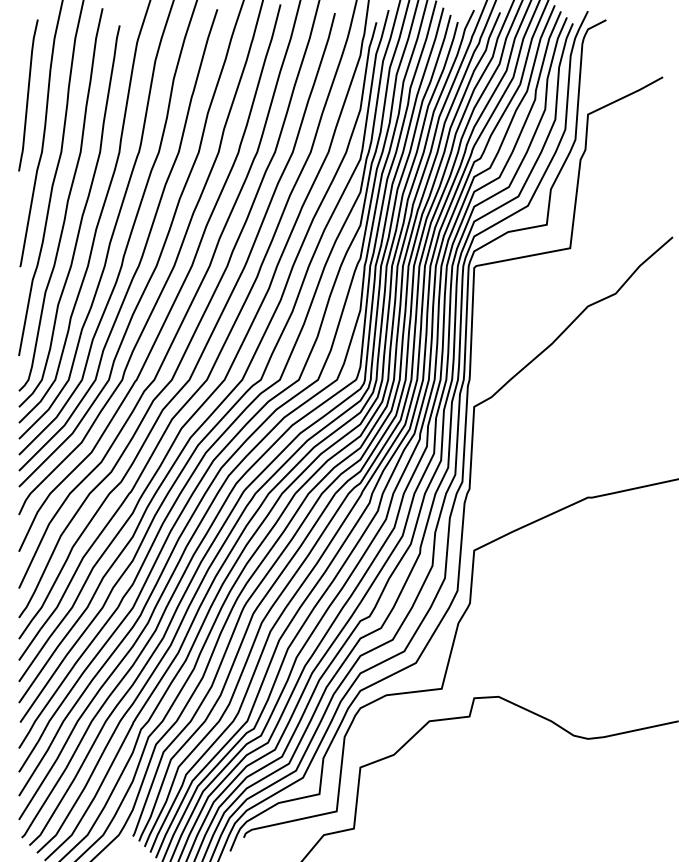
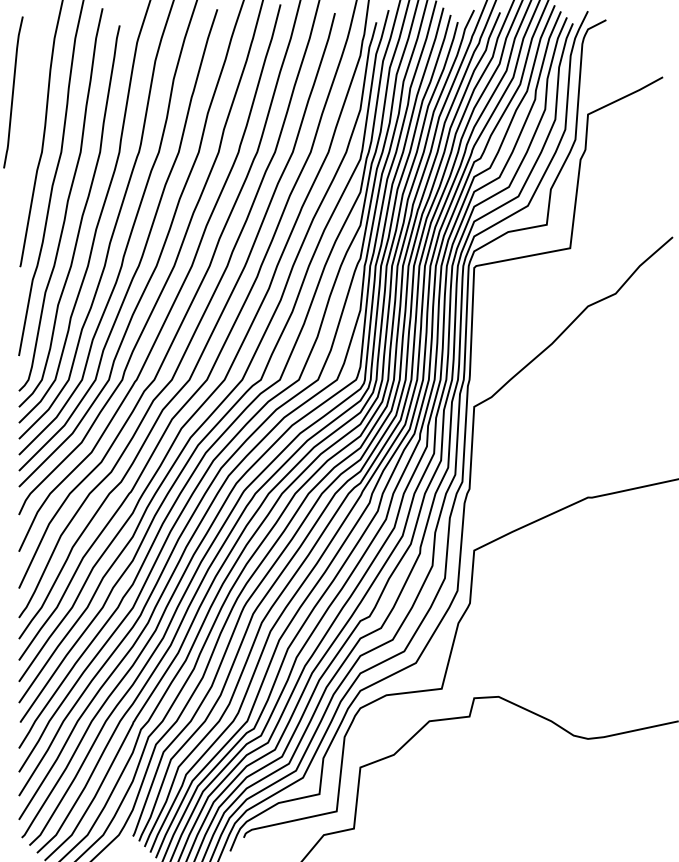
curve at (28, 95) position: (28, 95) -> (13, 92)
